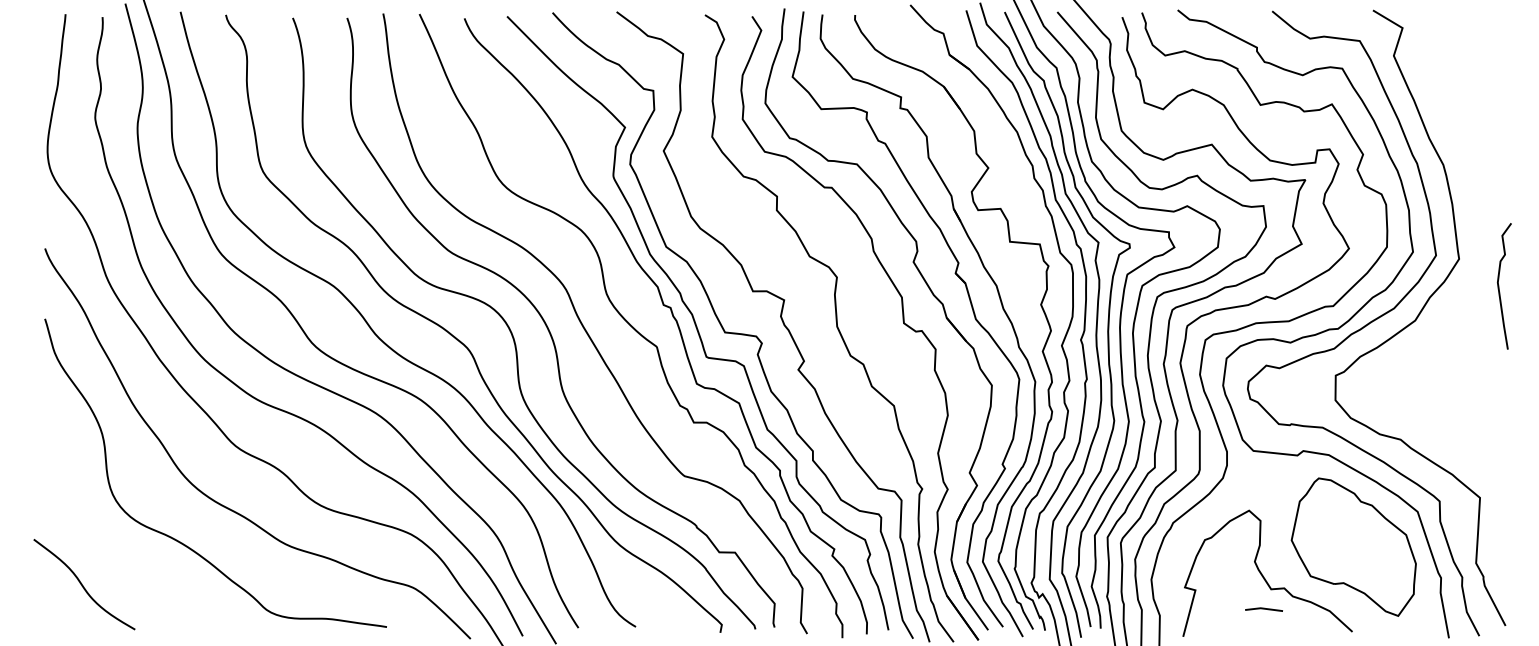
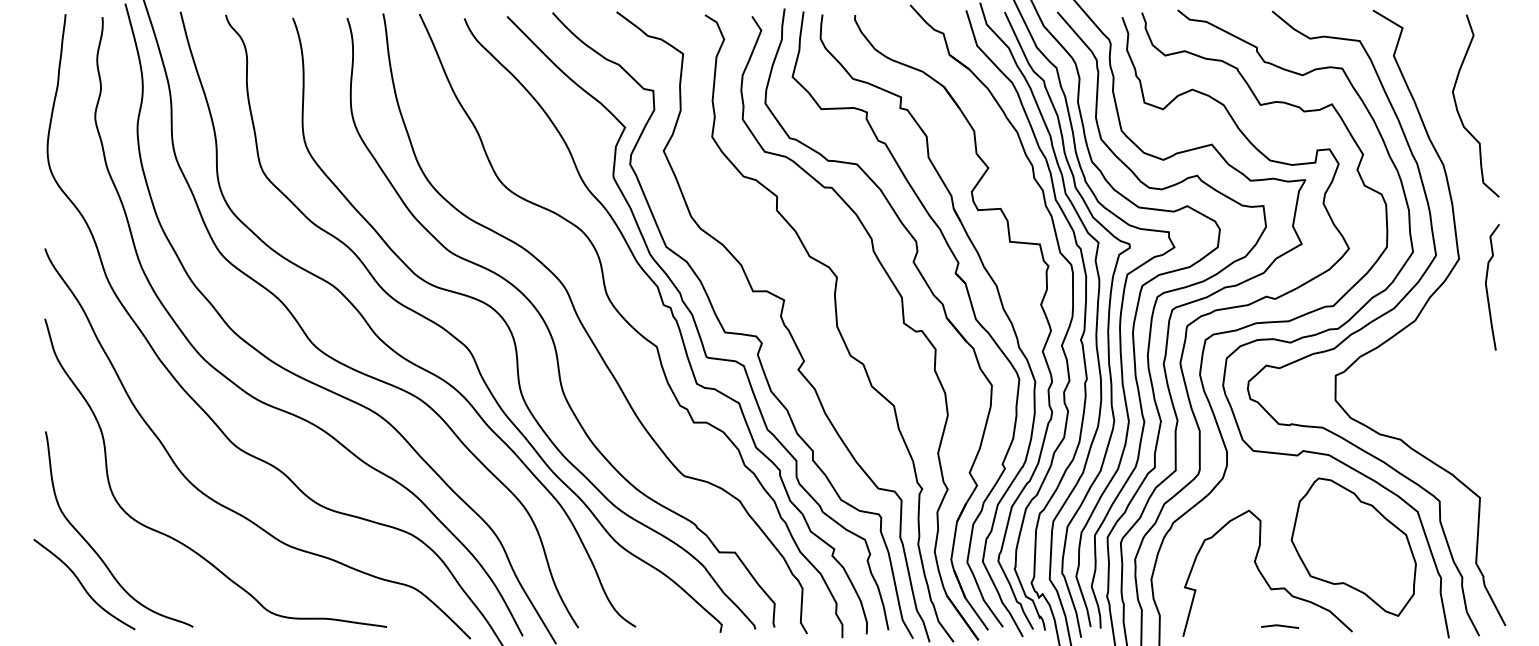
curve at (1458, 110): none -> present
curve at (1499, 286) position: (1499, 286) -> (1487, 287)
curve at (96, 551): none -> present
line at (1263, 609) position: (1263, 609) -> (1279, 626)
